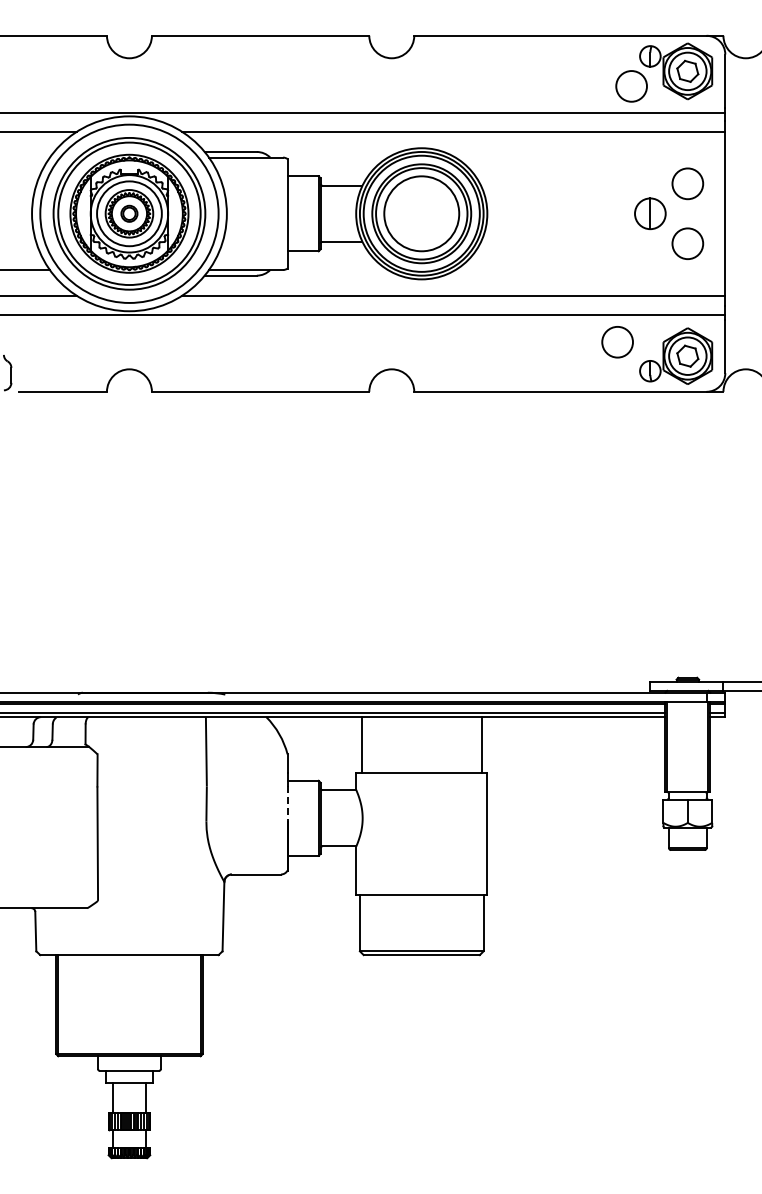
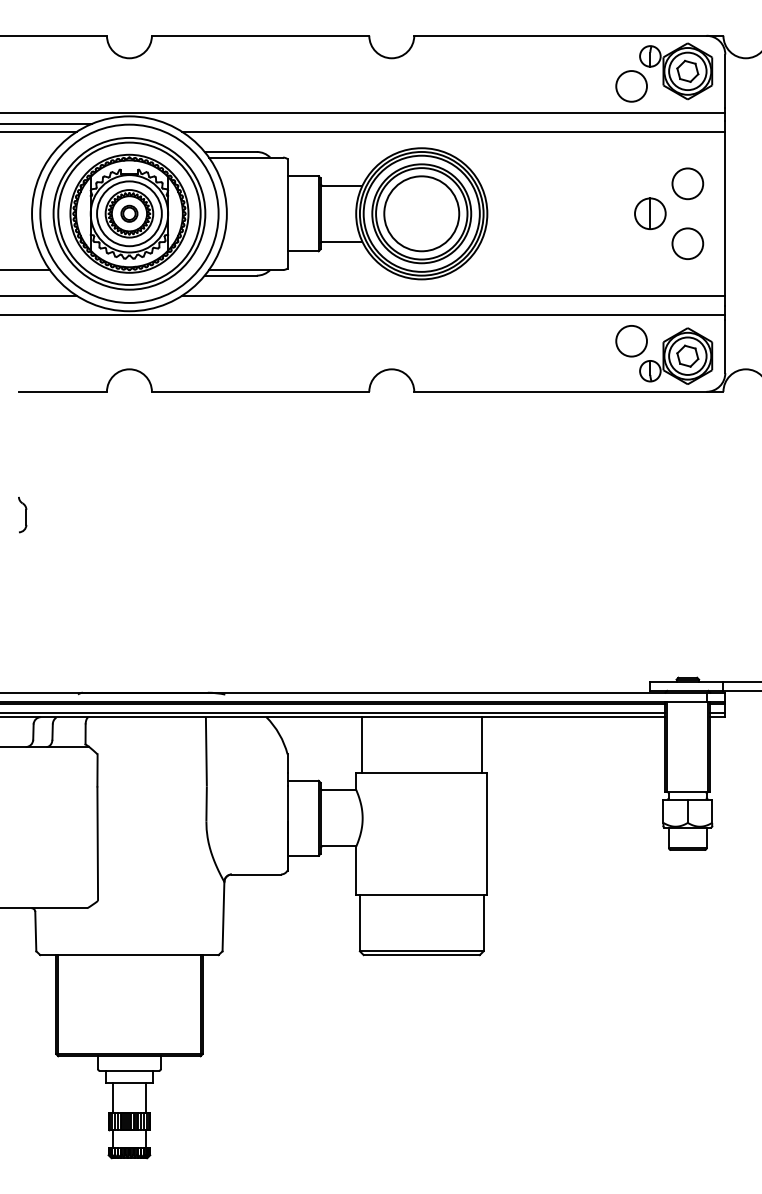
line at (46, 123): none -> present
circle at (617, 342) position: (617, 342) -> (631, 341)
part at (7, 373) position: (7, 373) -> (22, 515)
line at (287, 804): dashed -> solid
